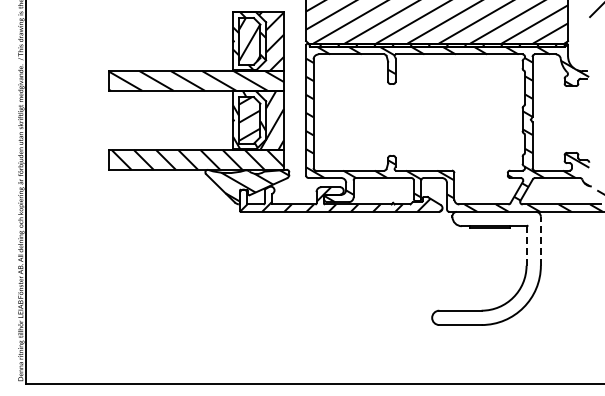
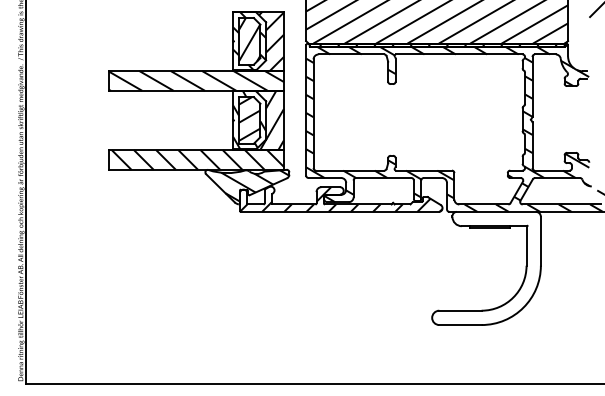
line at (540, 240): dashed -> solid
line at (526, 245): dashed -> solid
